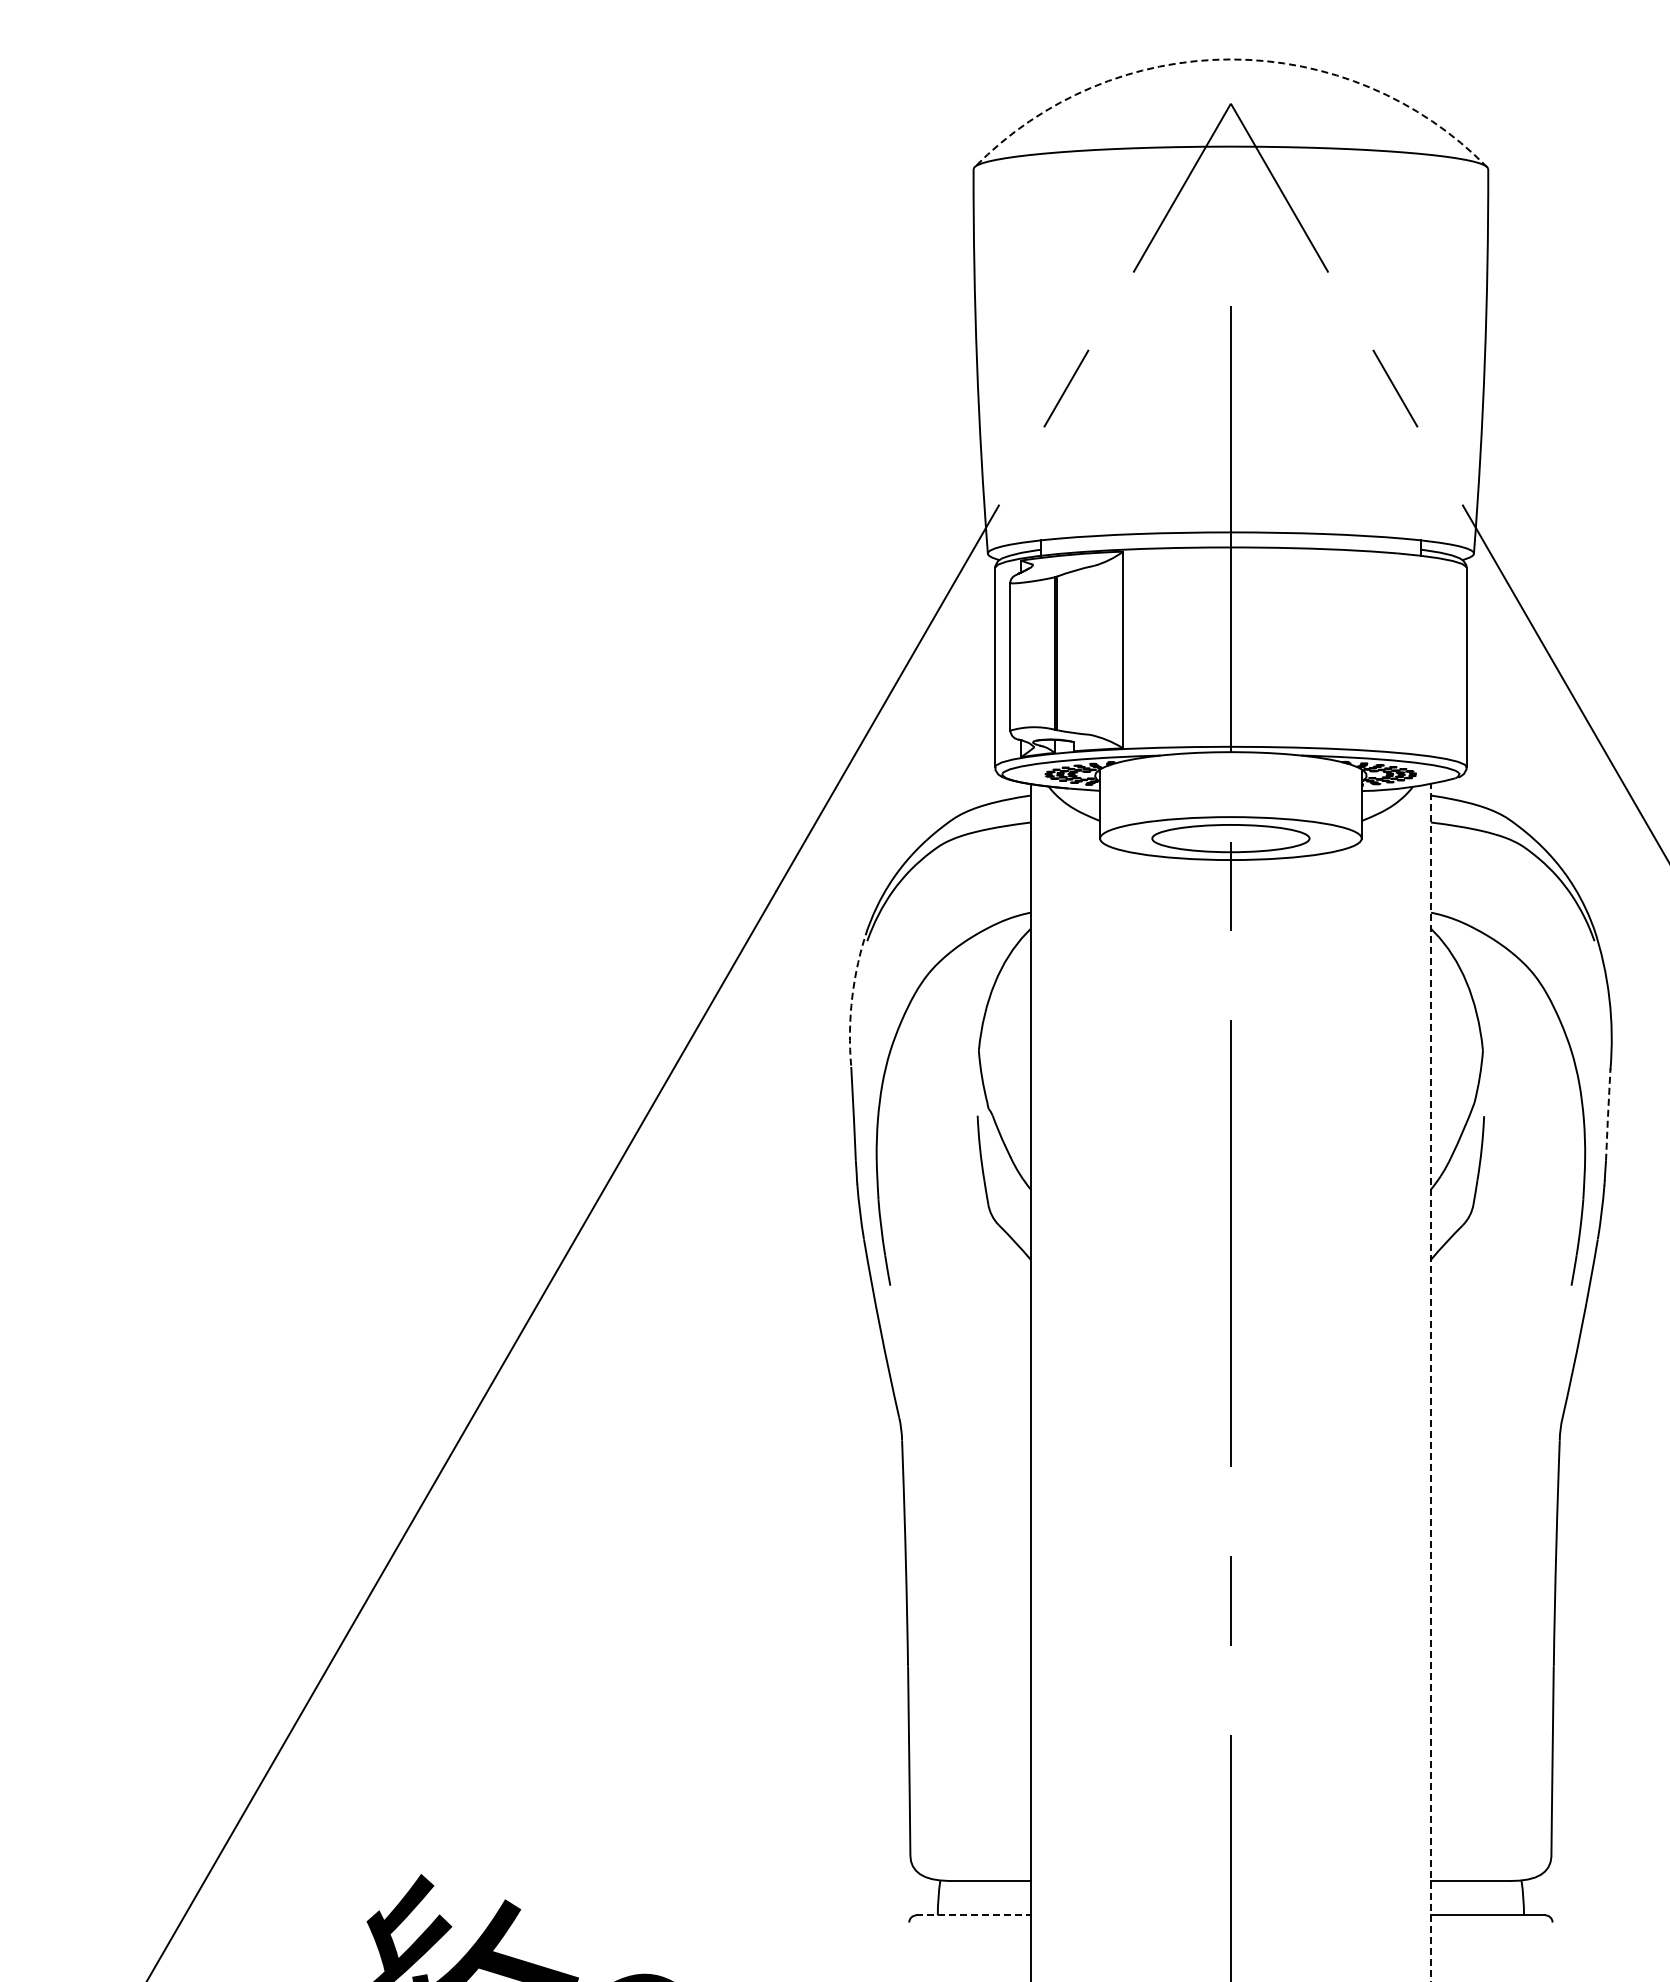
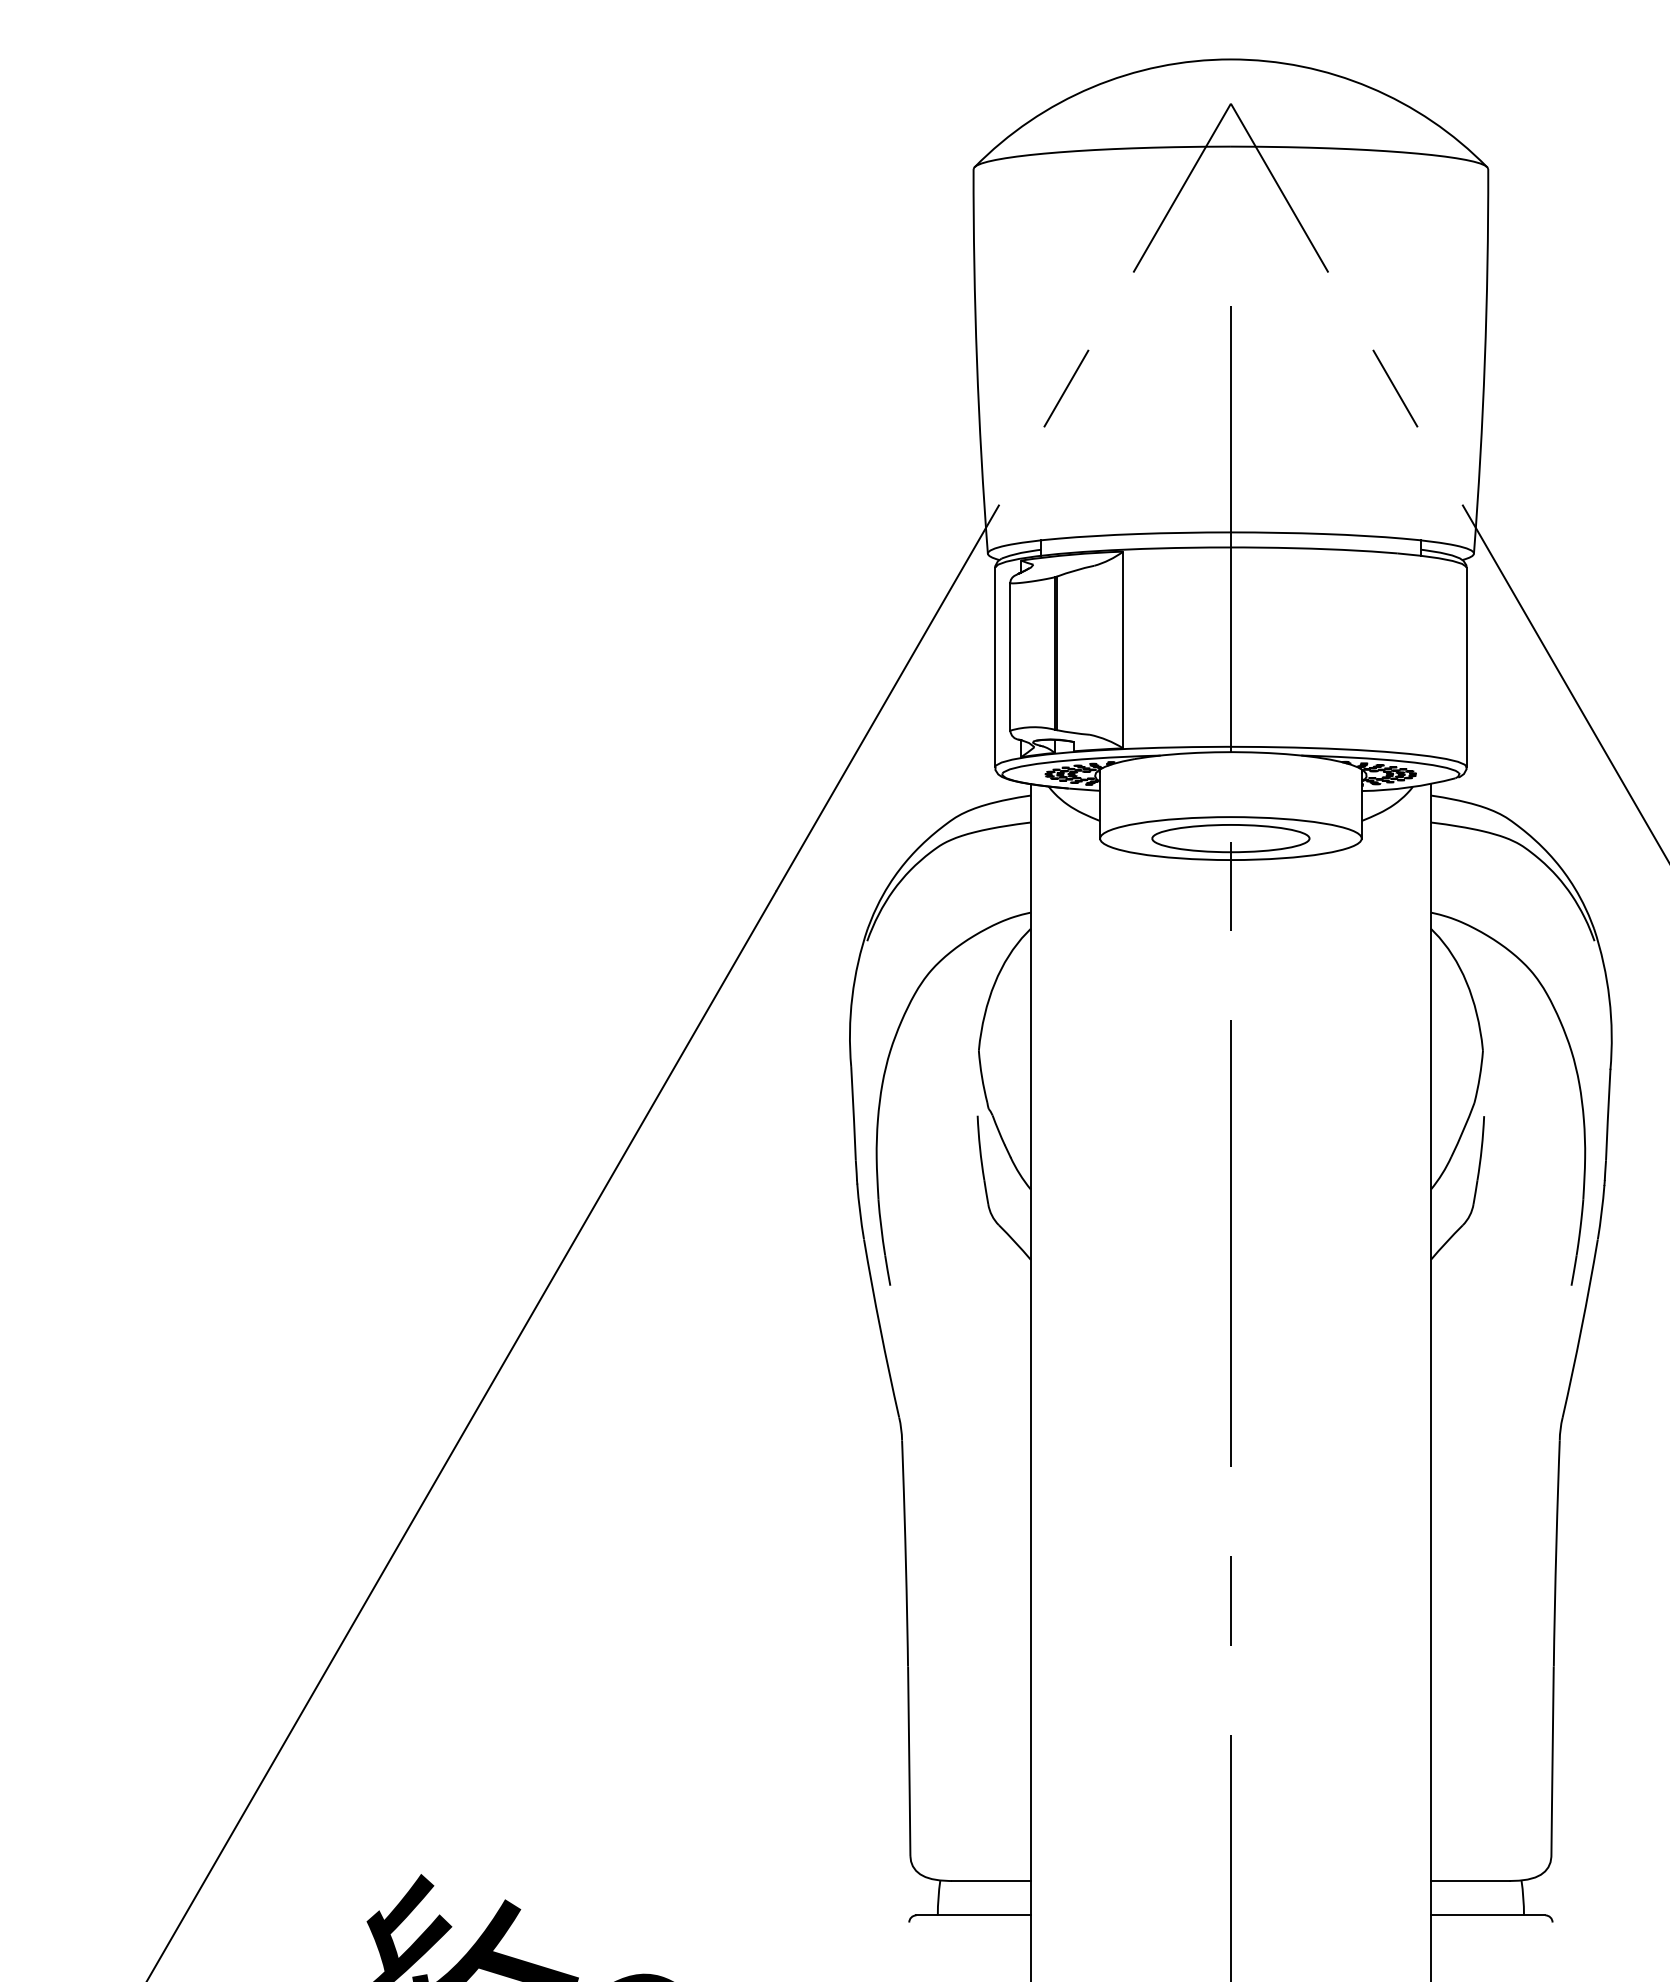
arc at (1230, 59): dashed -> solid
arc at (852, 996): dashed -> solid
line at (1608, 1114): dashed -> solid
line at (1431, 1382): dashed -> solid
line at (974, 1915): dashed -> solid
